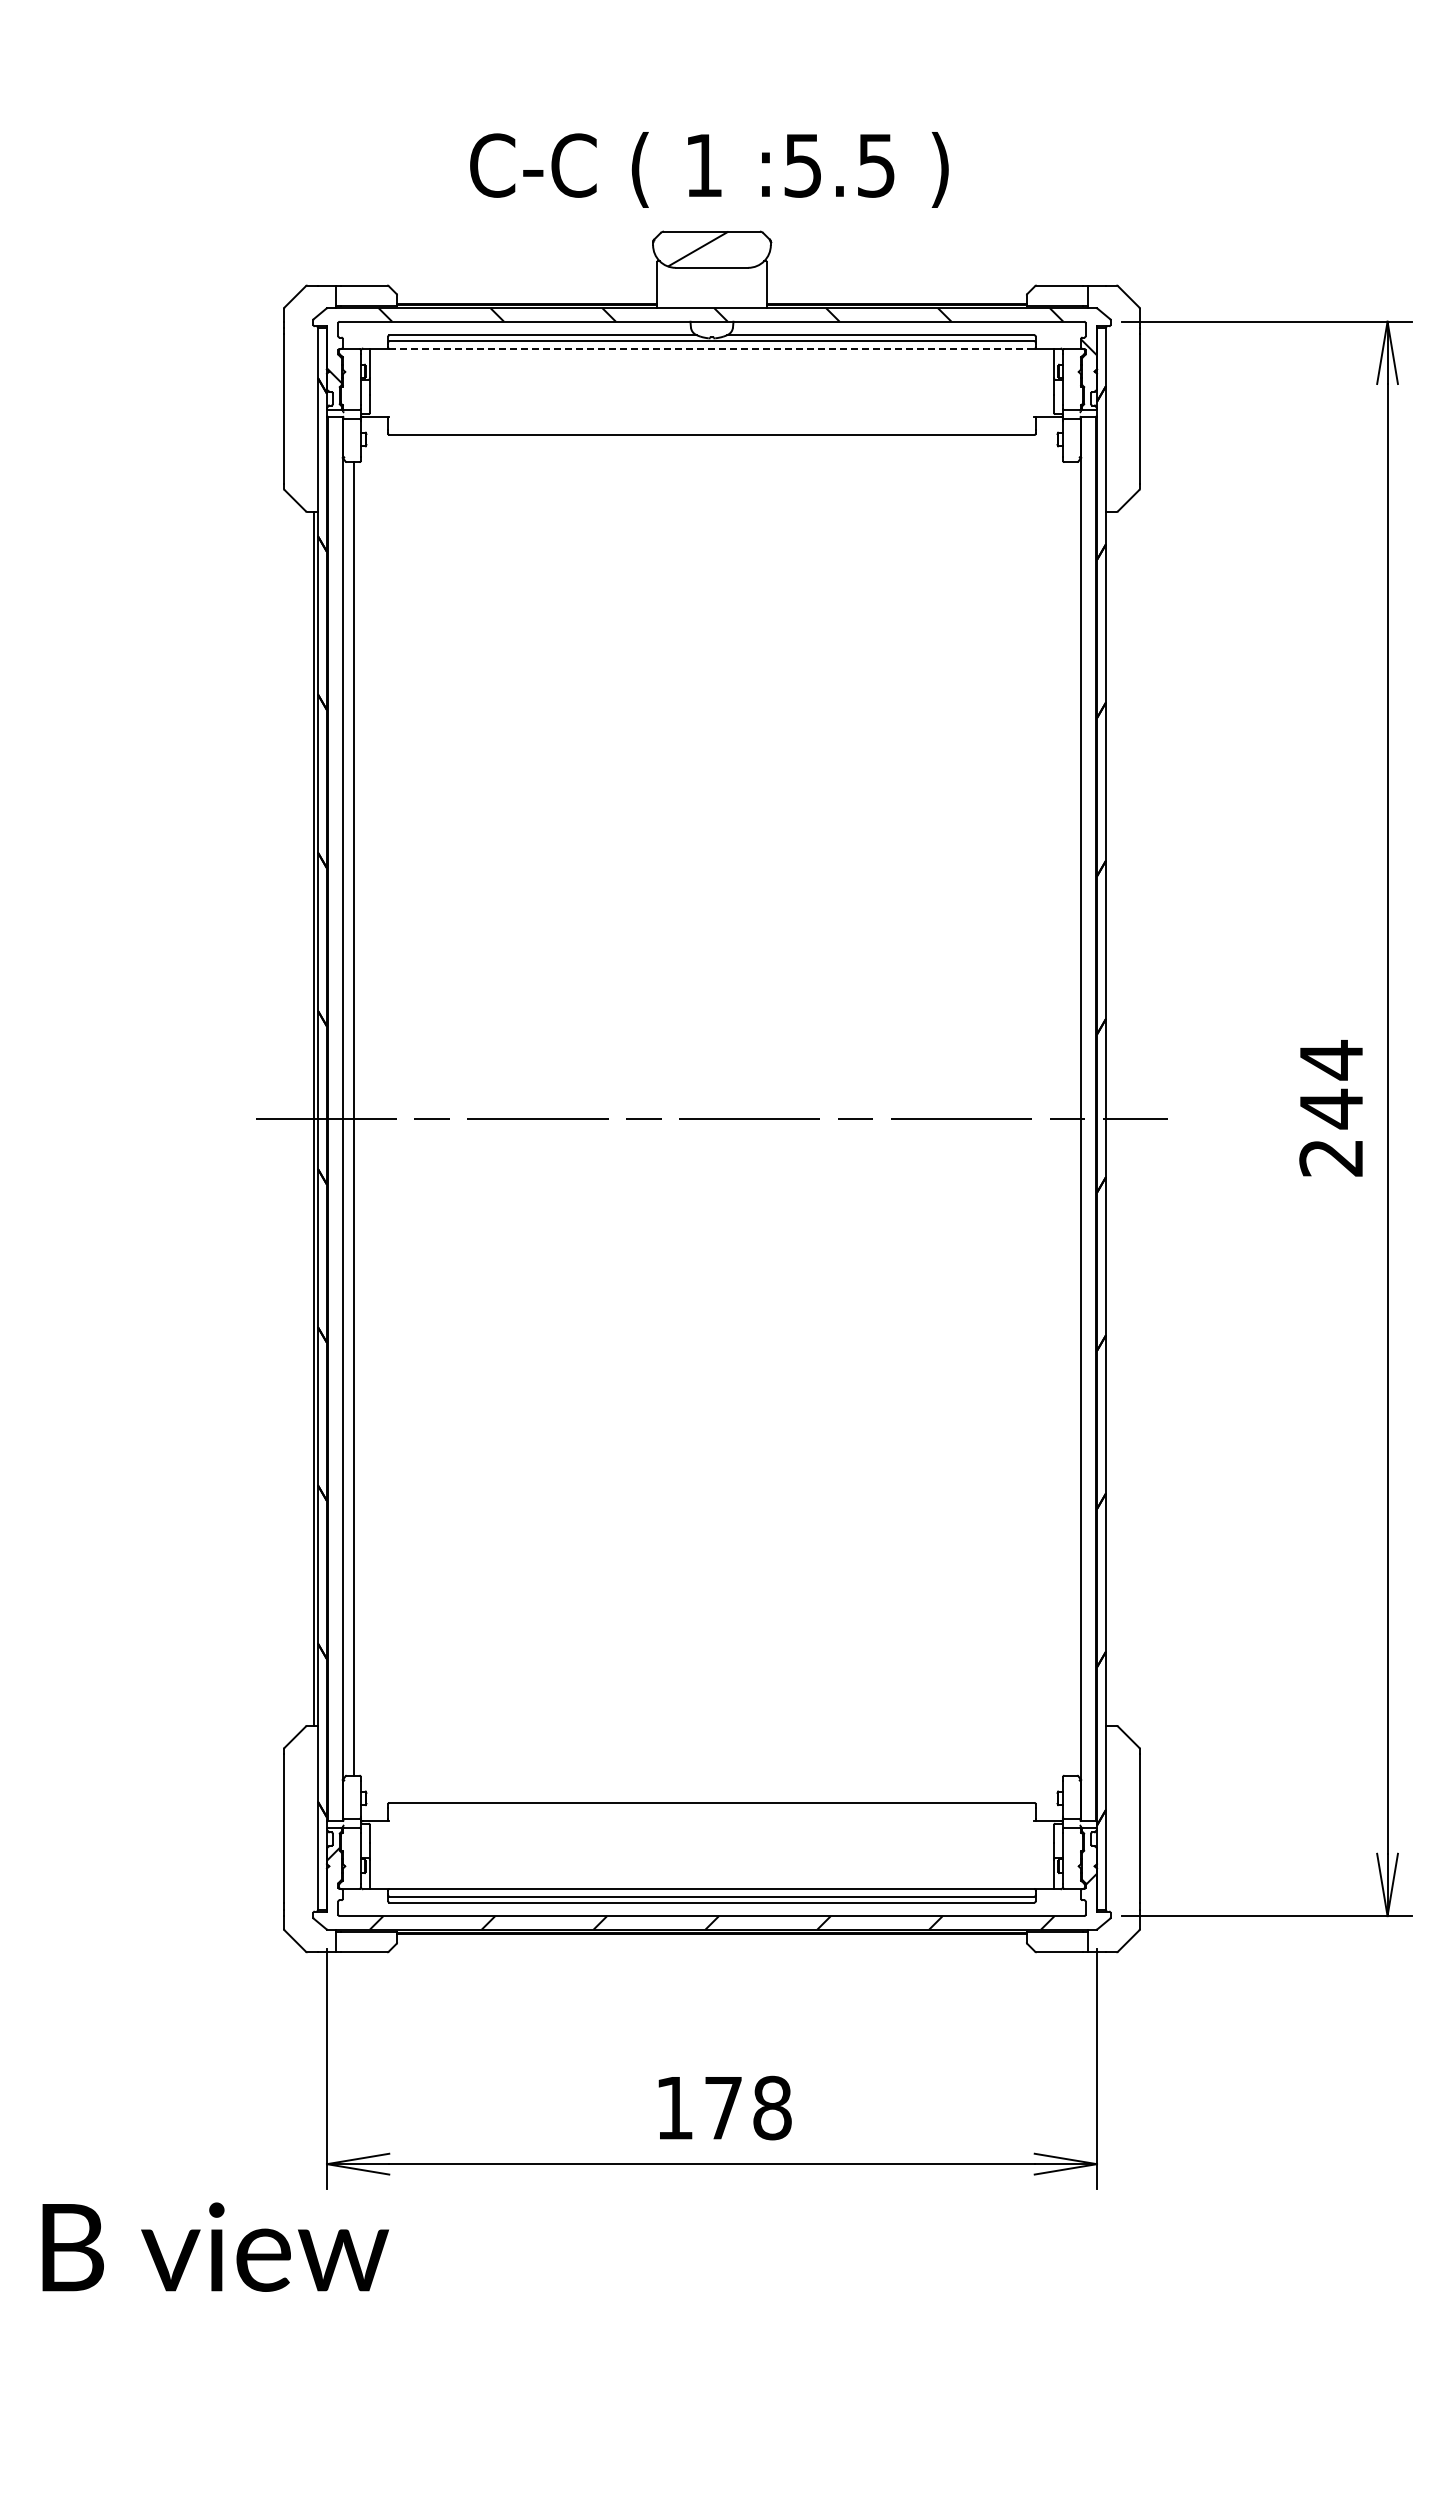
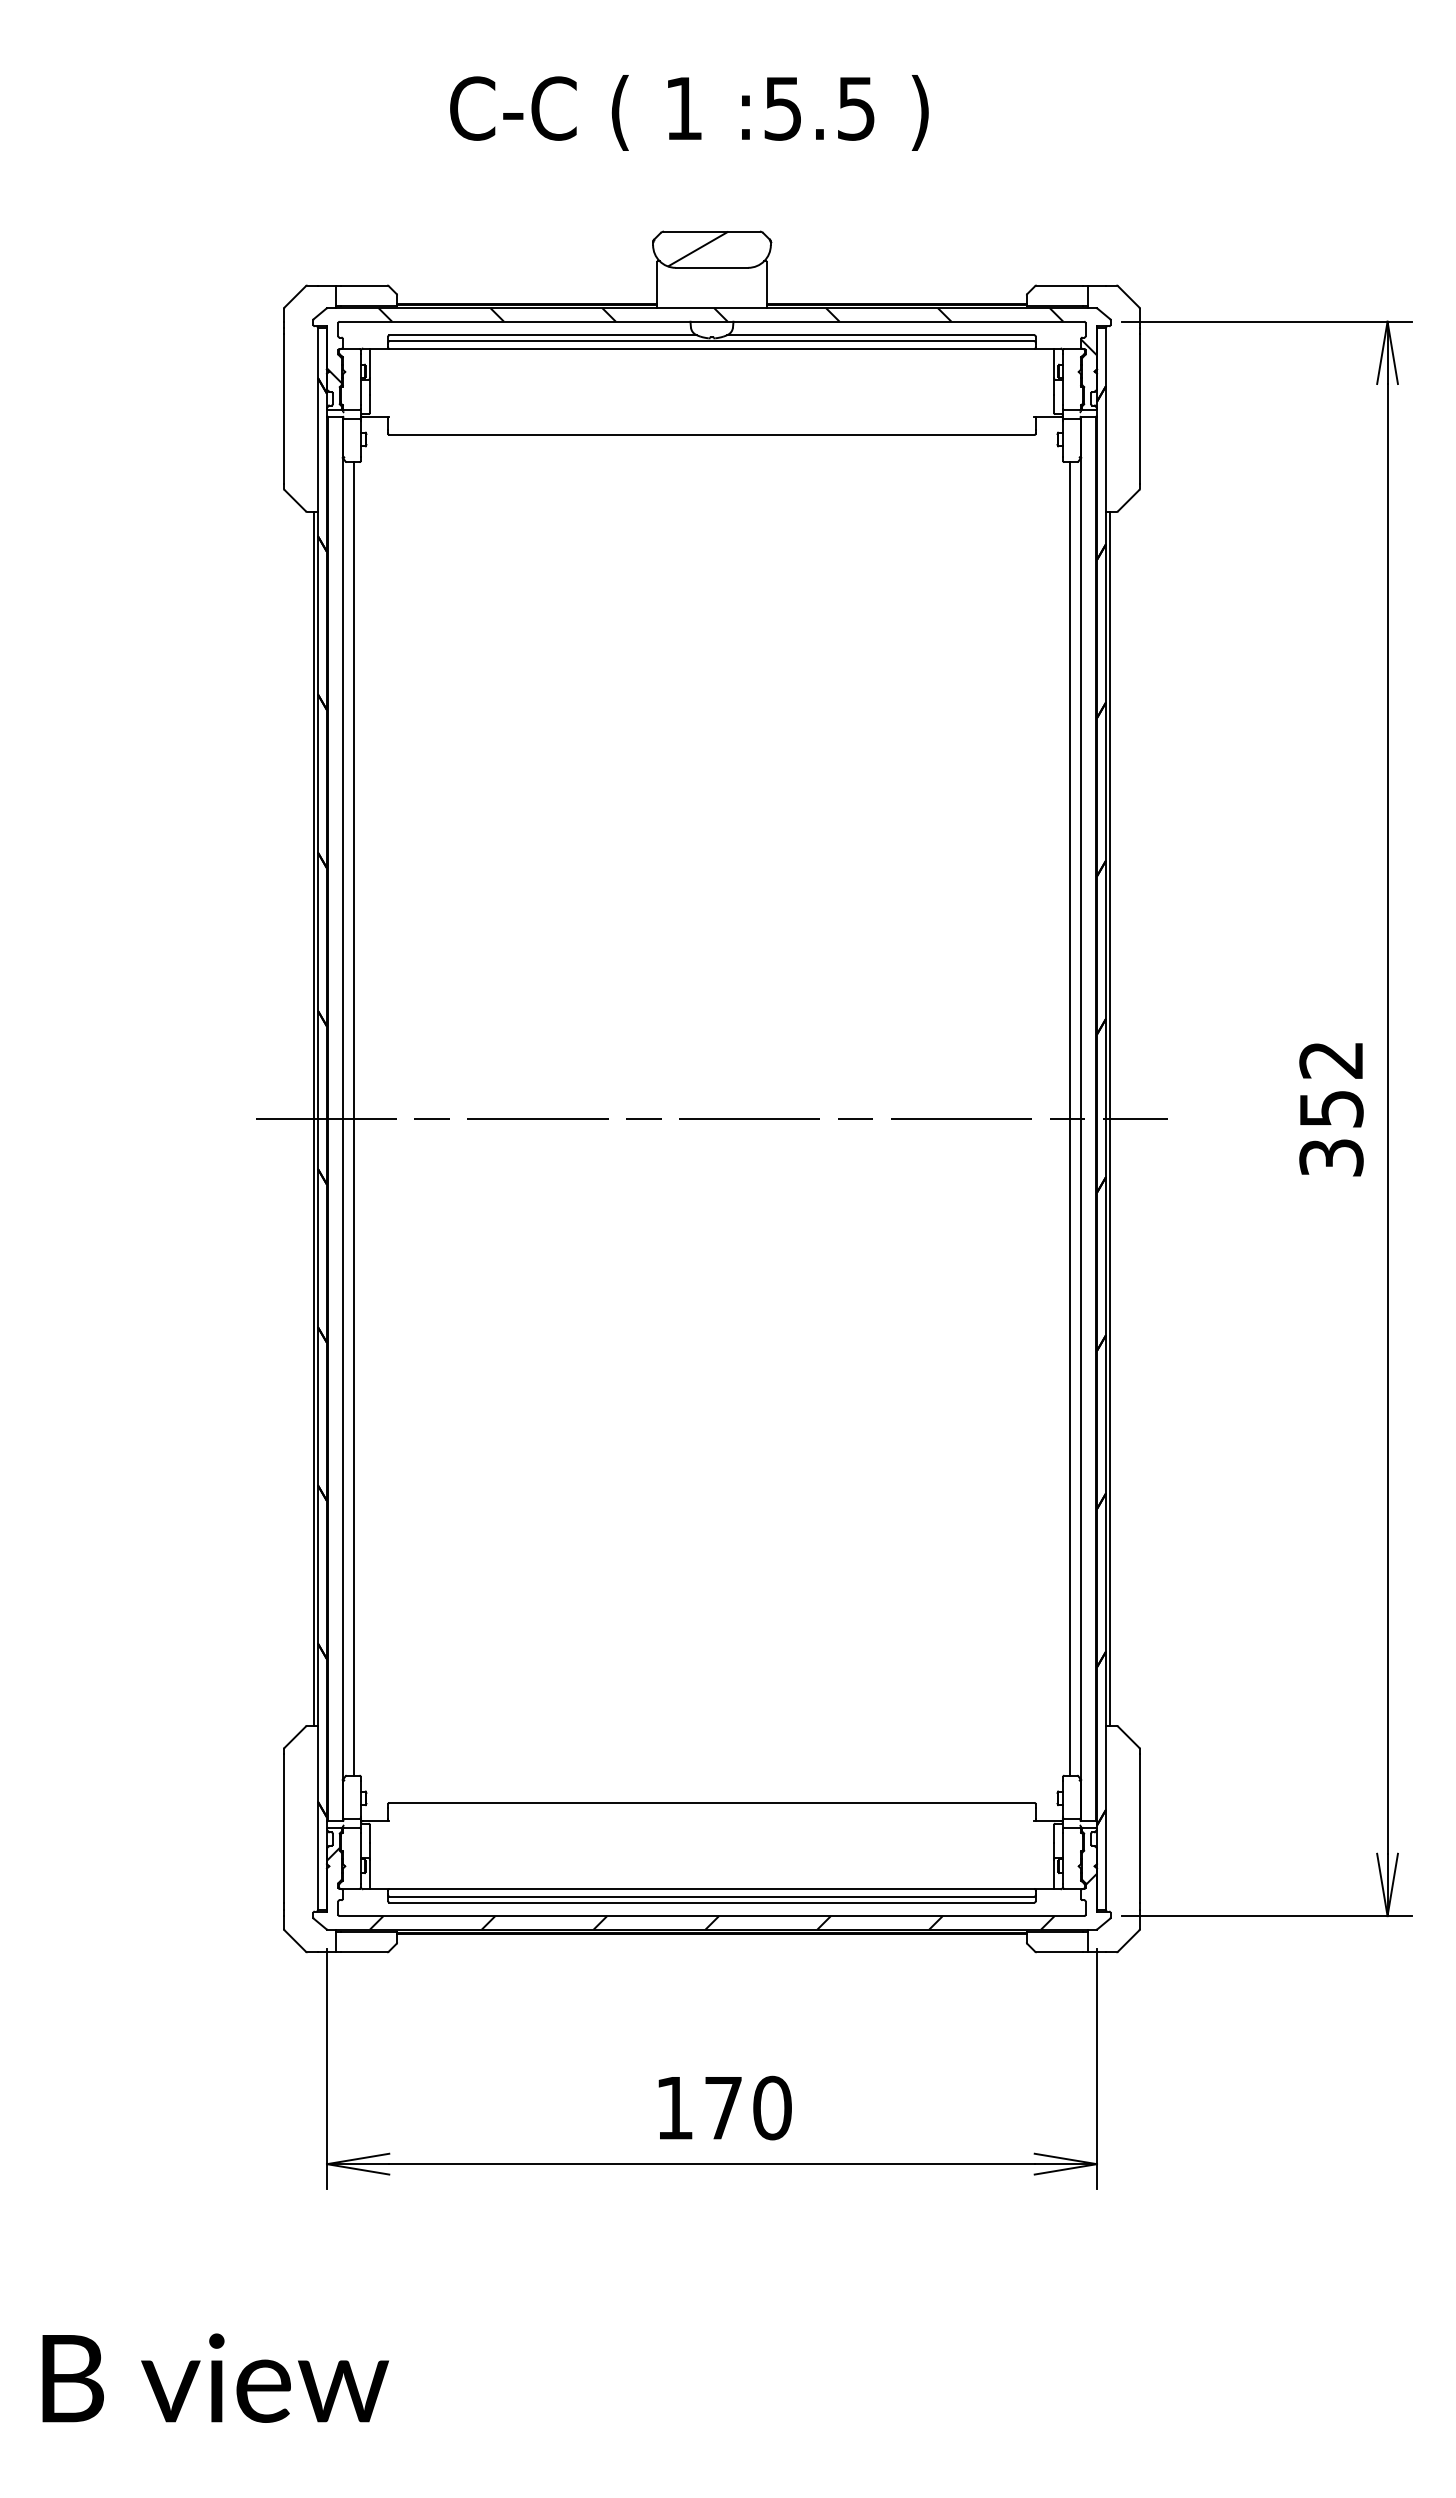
text at (709, 169) position: (709, 169) -> (689, 112)
line at (712, 348): dashed -> solid
text at (1331, 1108): 244 -> 352
line at (1069, 1118): none -> present
line at (1109, 1118): none -> present
text at (772, 2108): 178 -> 170
text at (215, 2246) position: (215, 2246) -> (215, 2377)
